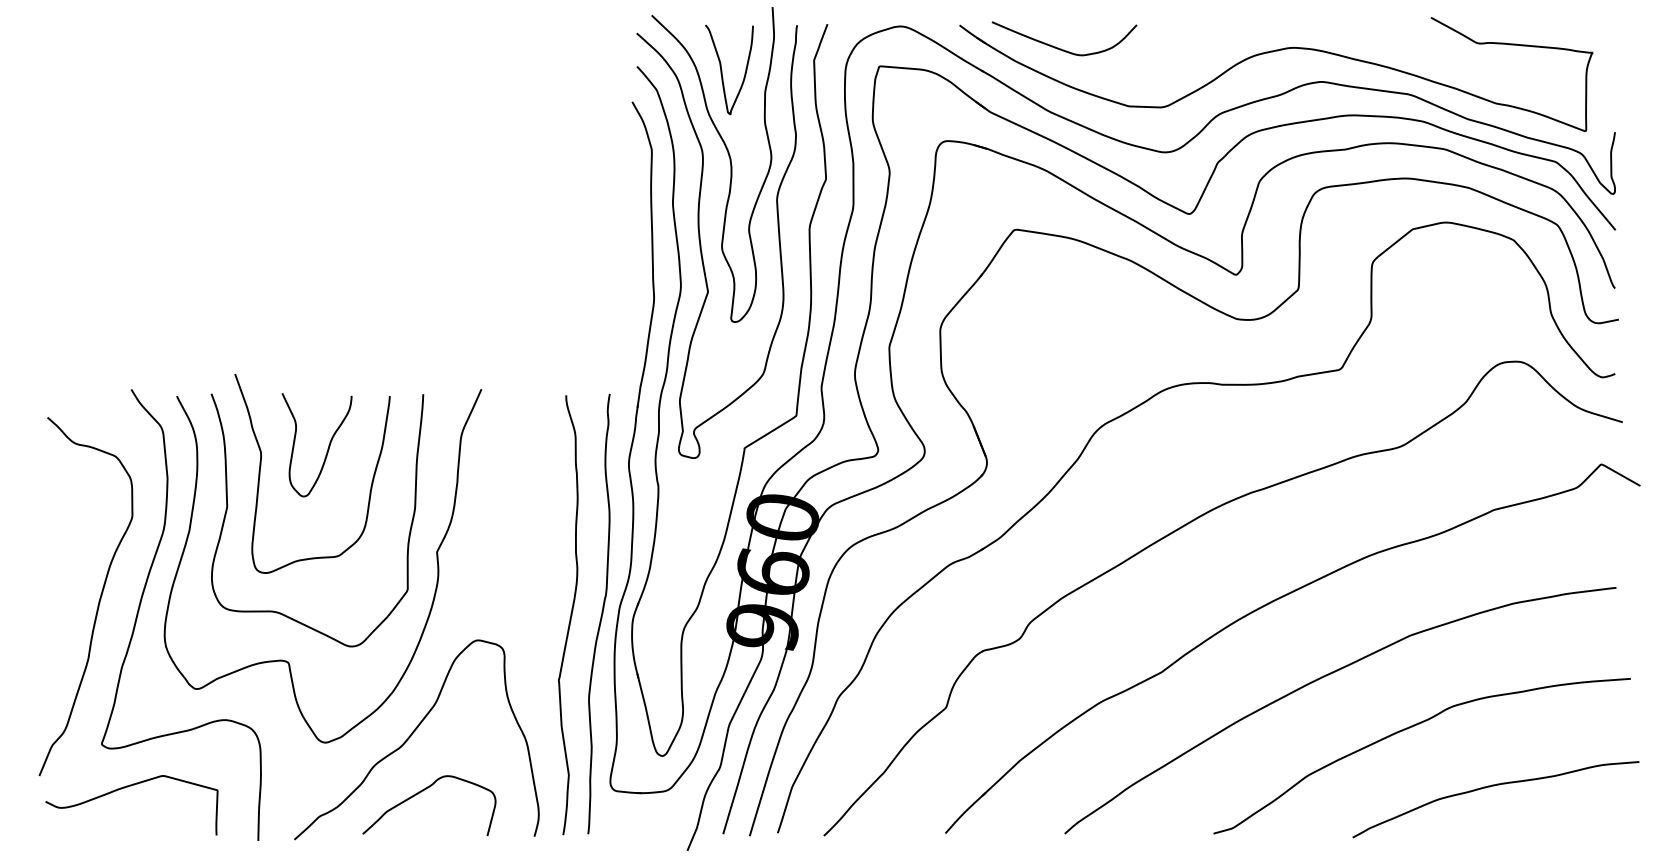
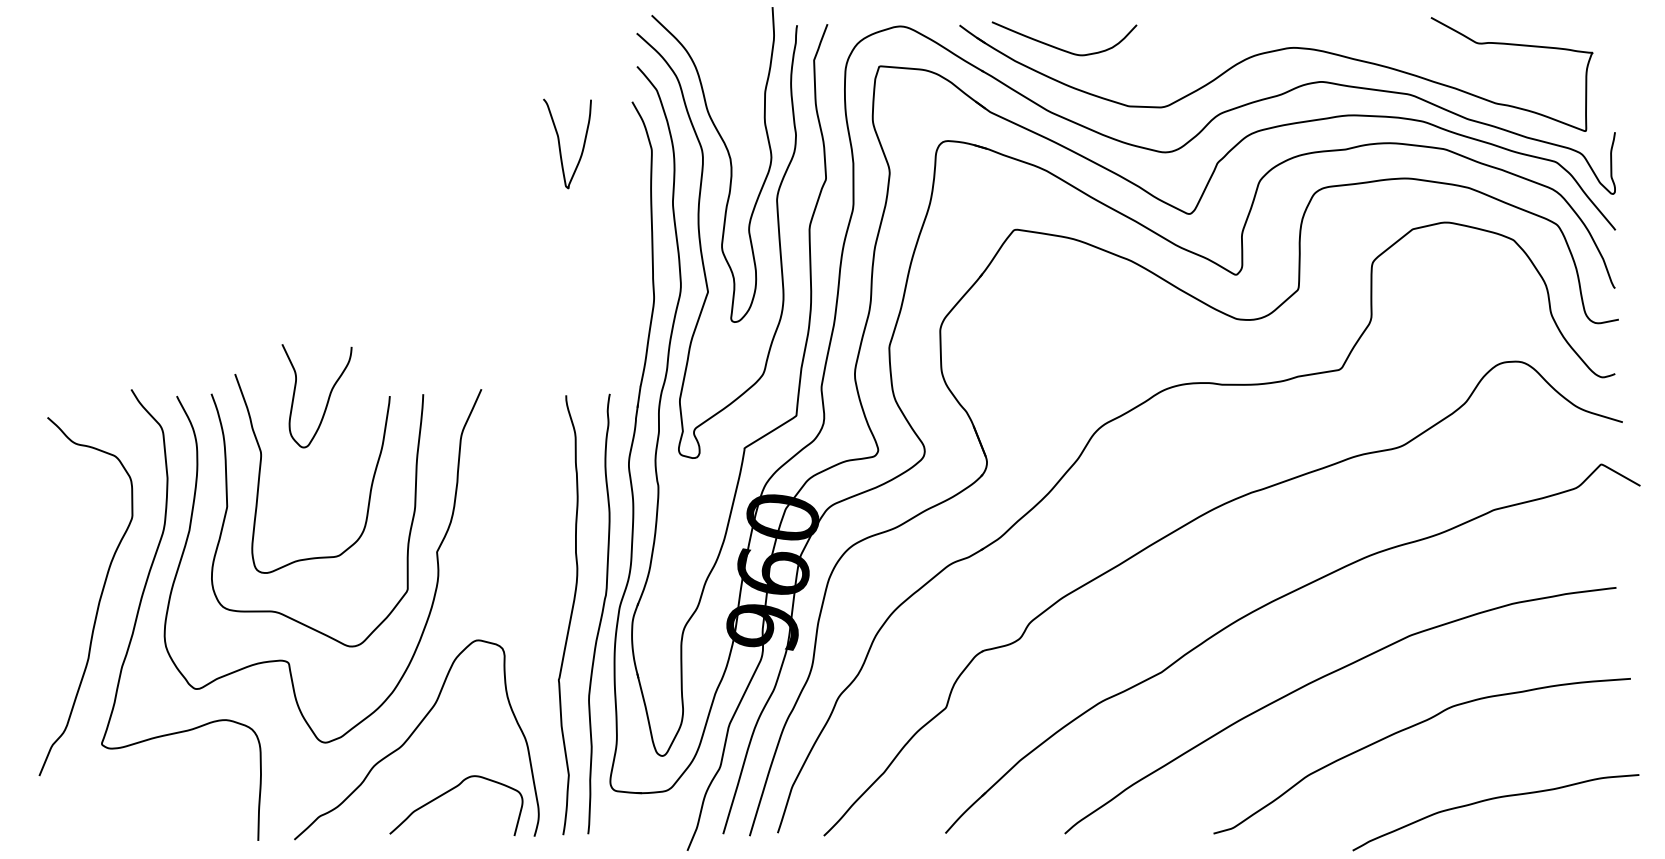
curve at (722, 70) position: (722, 70) -> (560, 144)
curve at (327, 448) position: (327, 448) -> (327, 399)
curve at (128, 787): present -> none
curve at (1490, 787) position: (1490, 787) -> (1490, 800)
curve at (423, 791) position: (423, 791) -> (450, 791)
